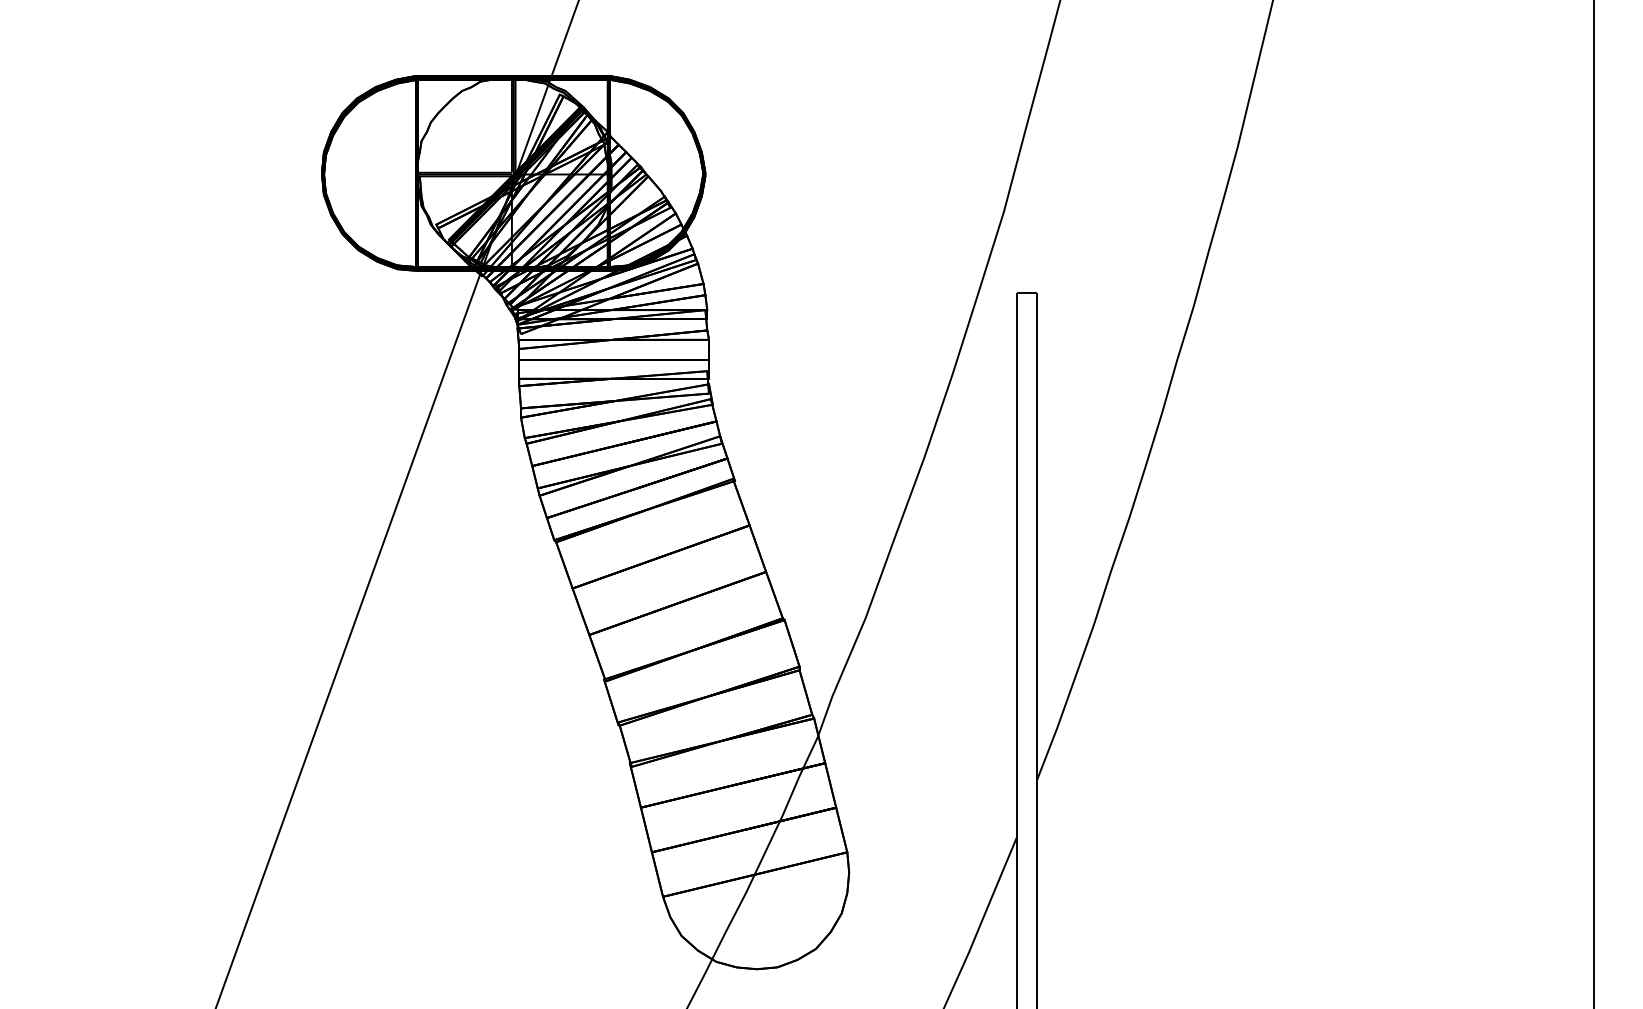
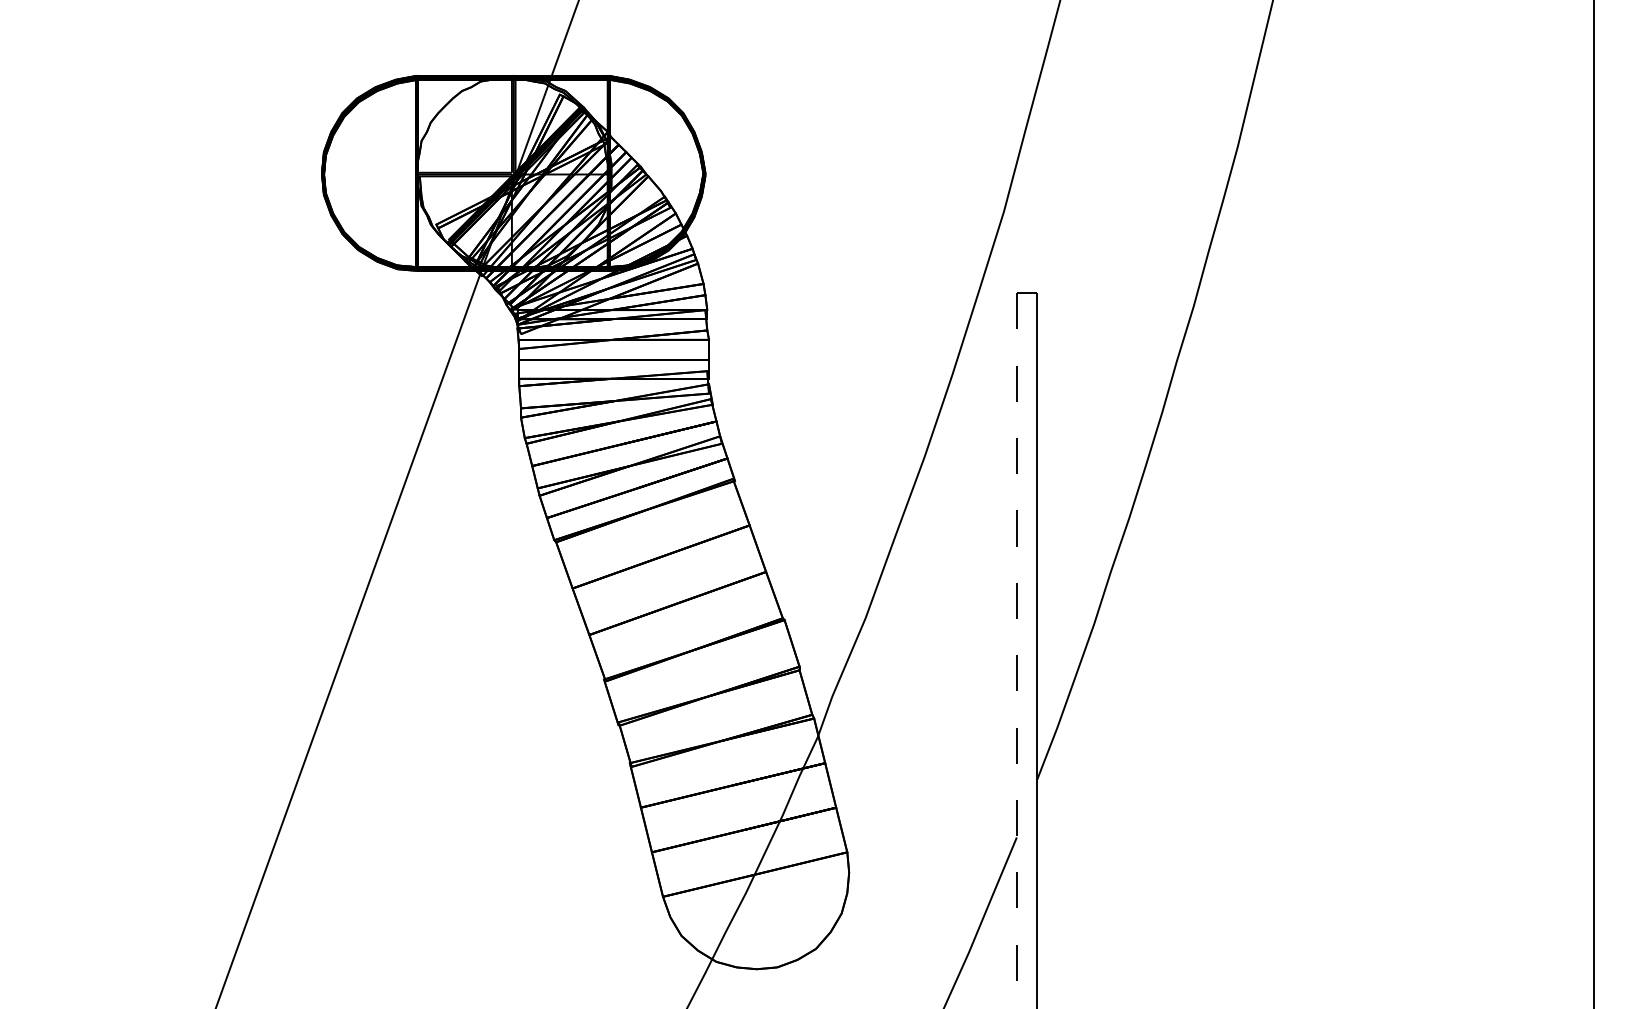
line at (1016, 651): solid -> dashed
